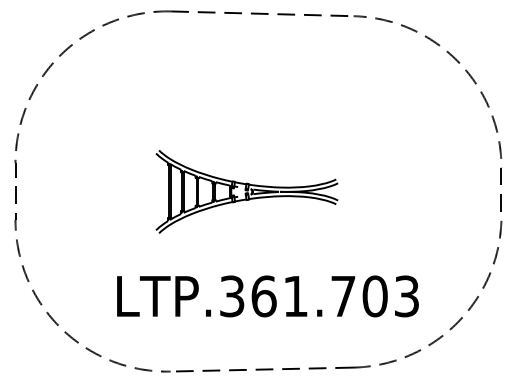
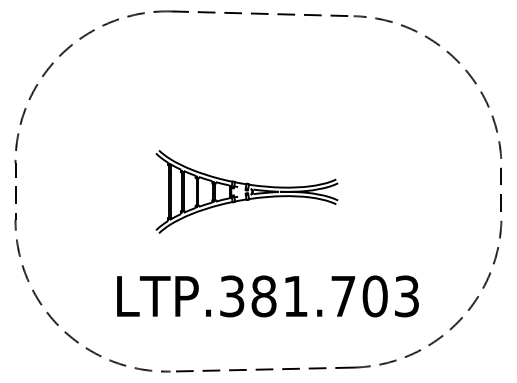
text at (263, 296): LTP.361.703 -> LTP.381.703
